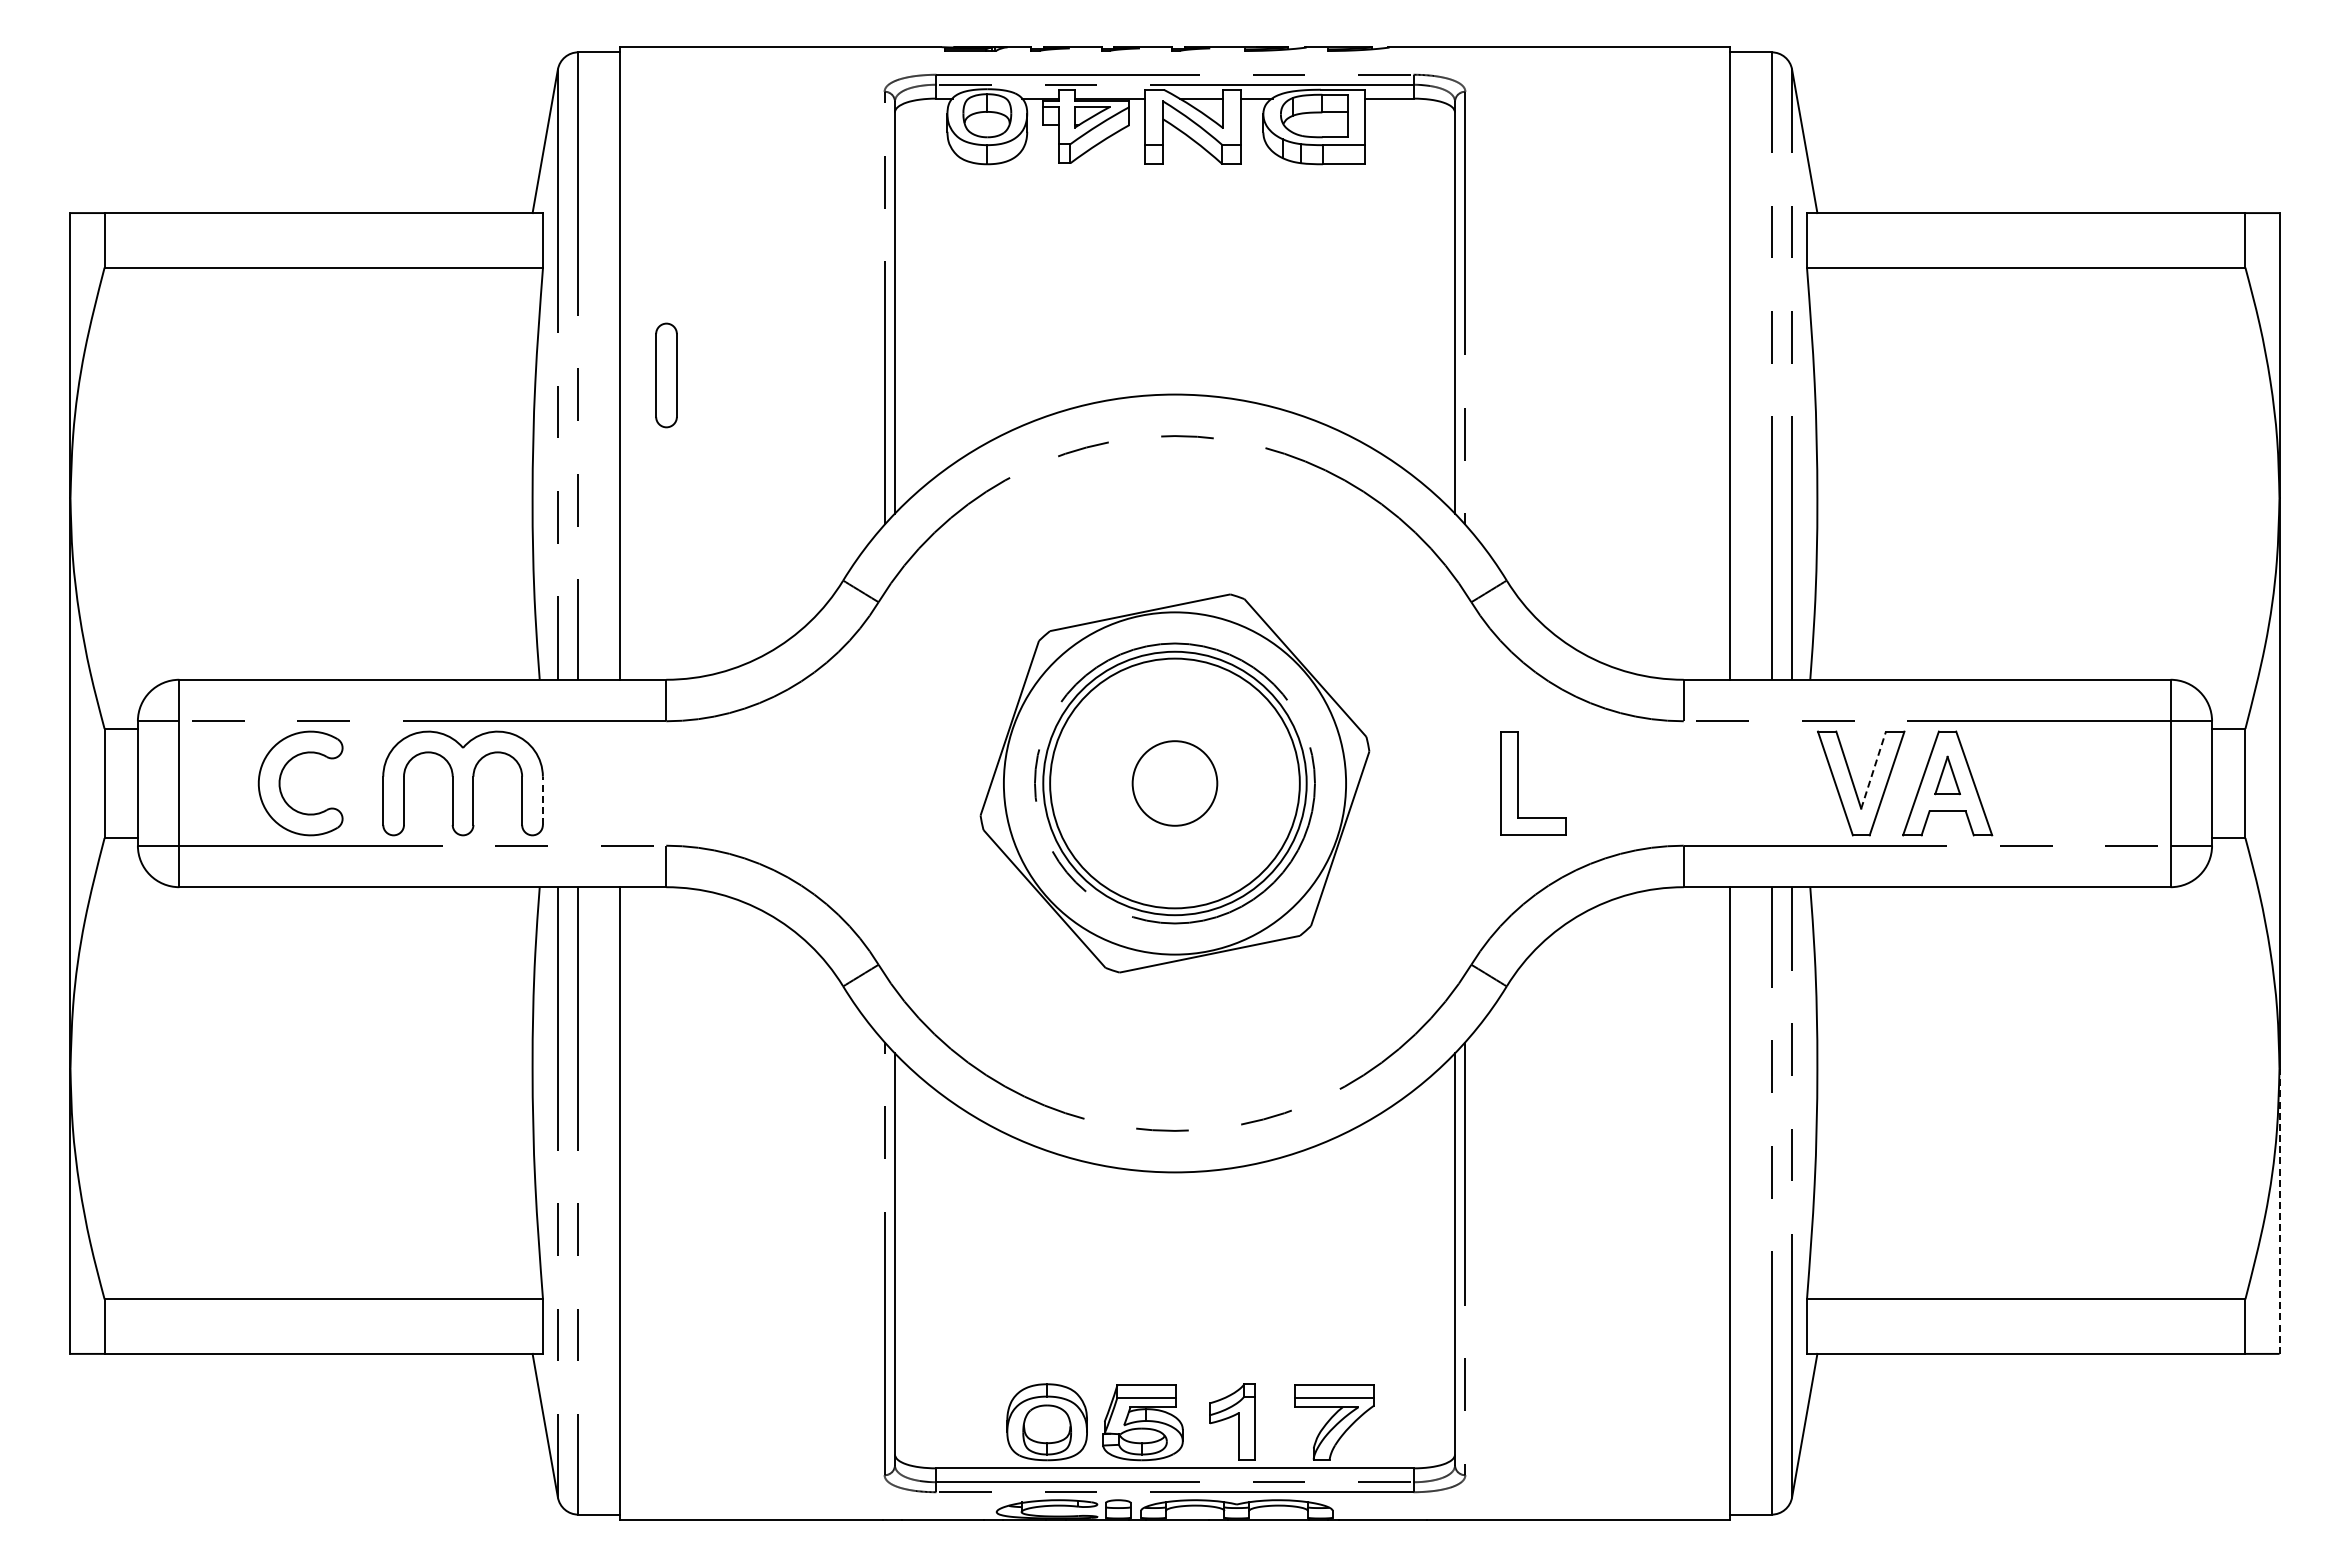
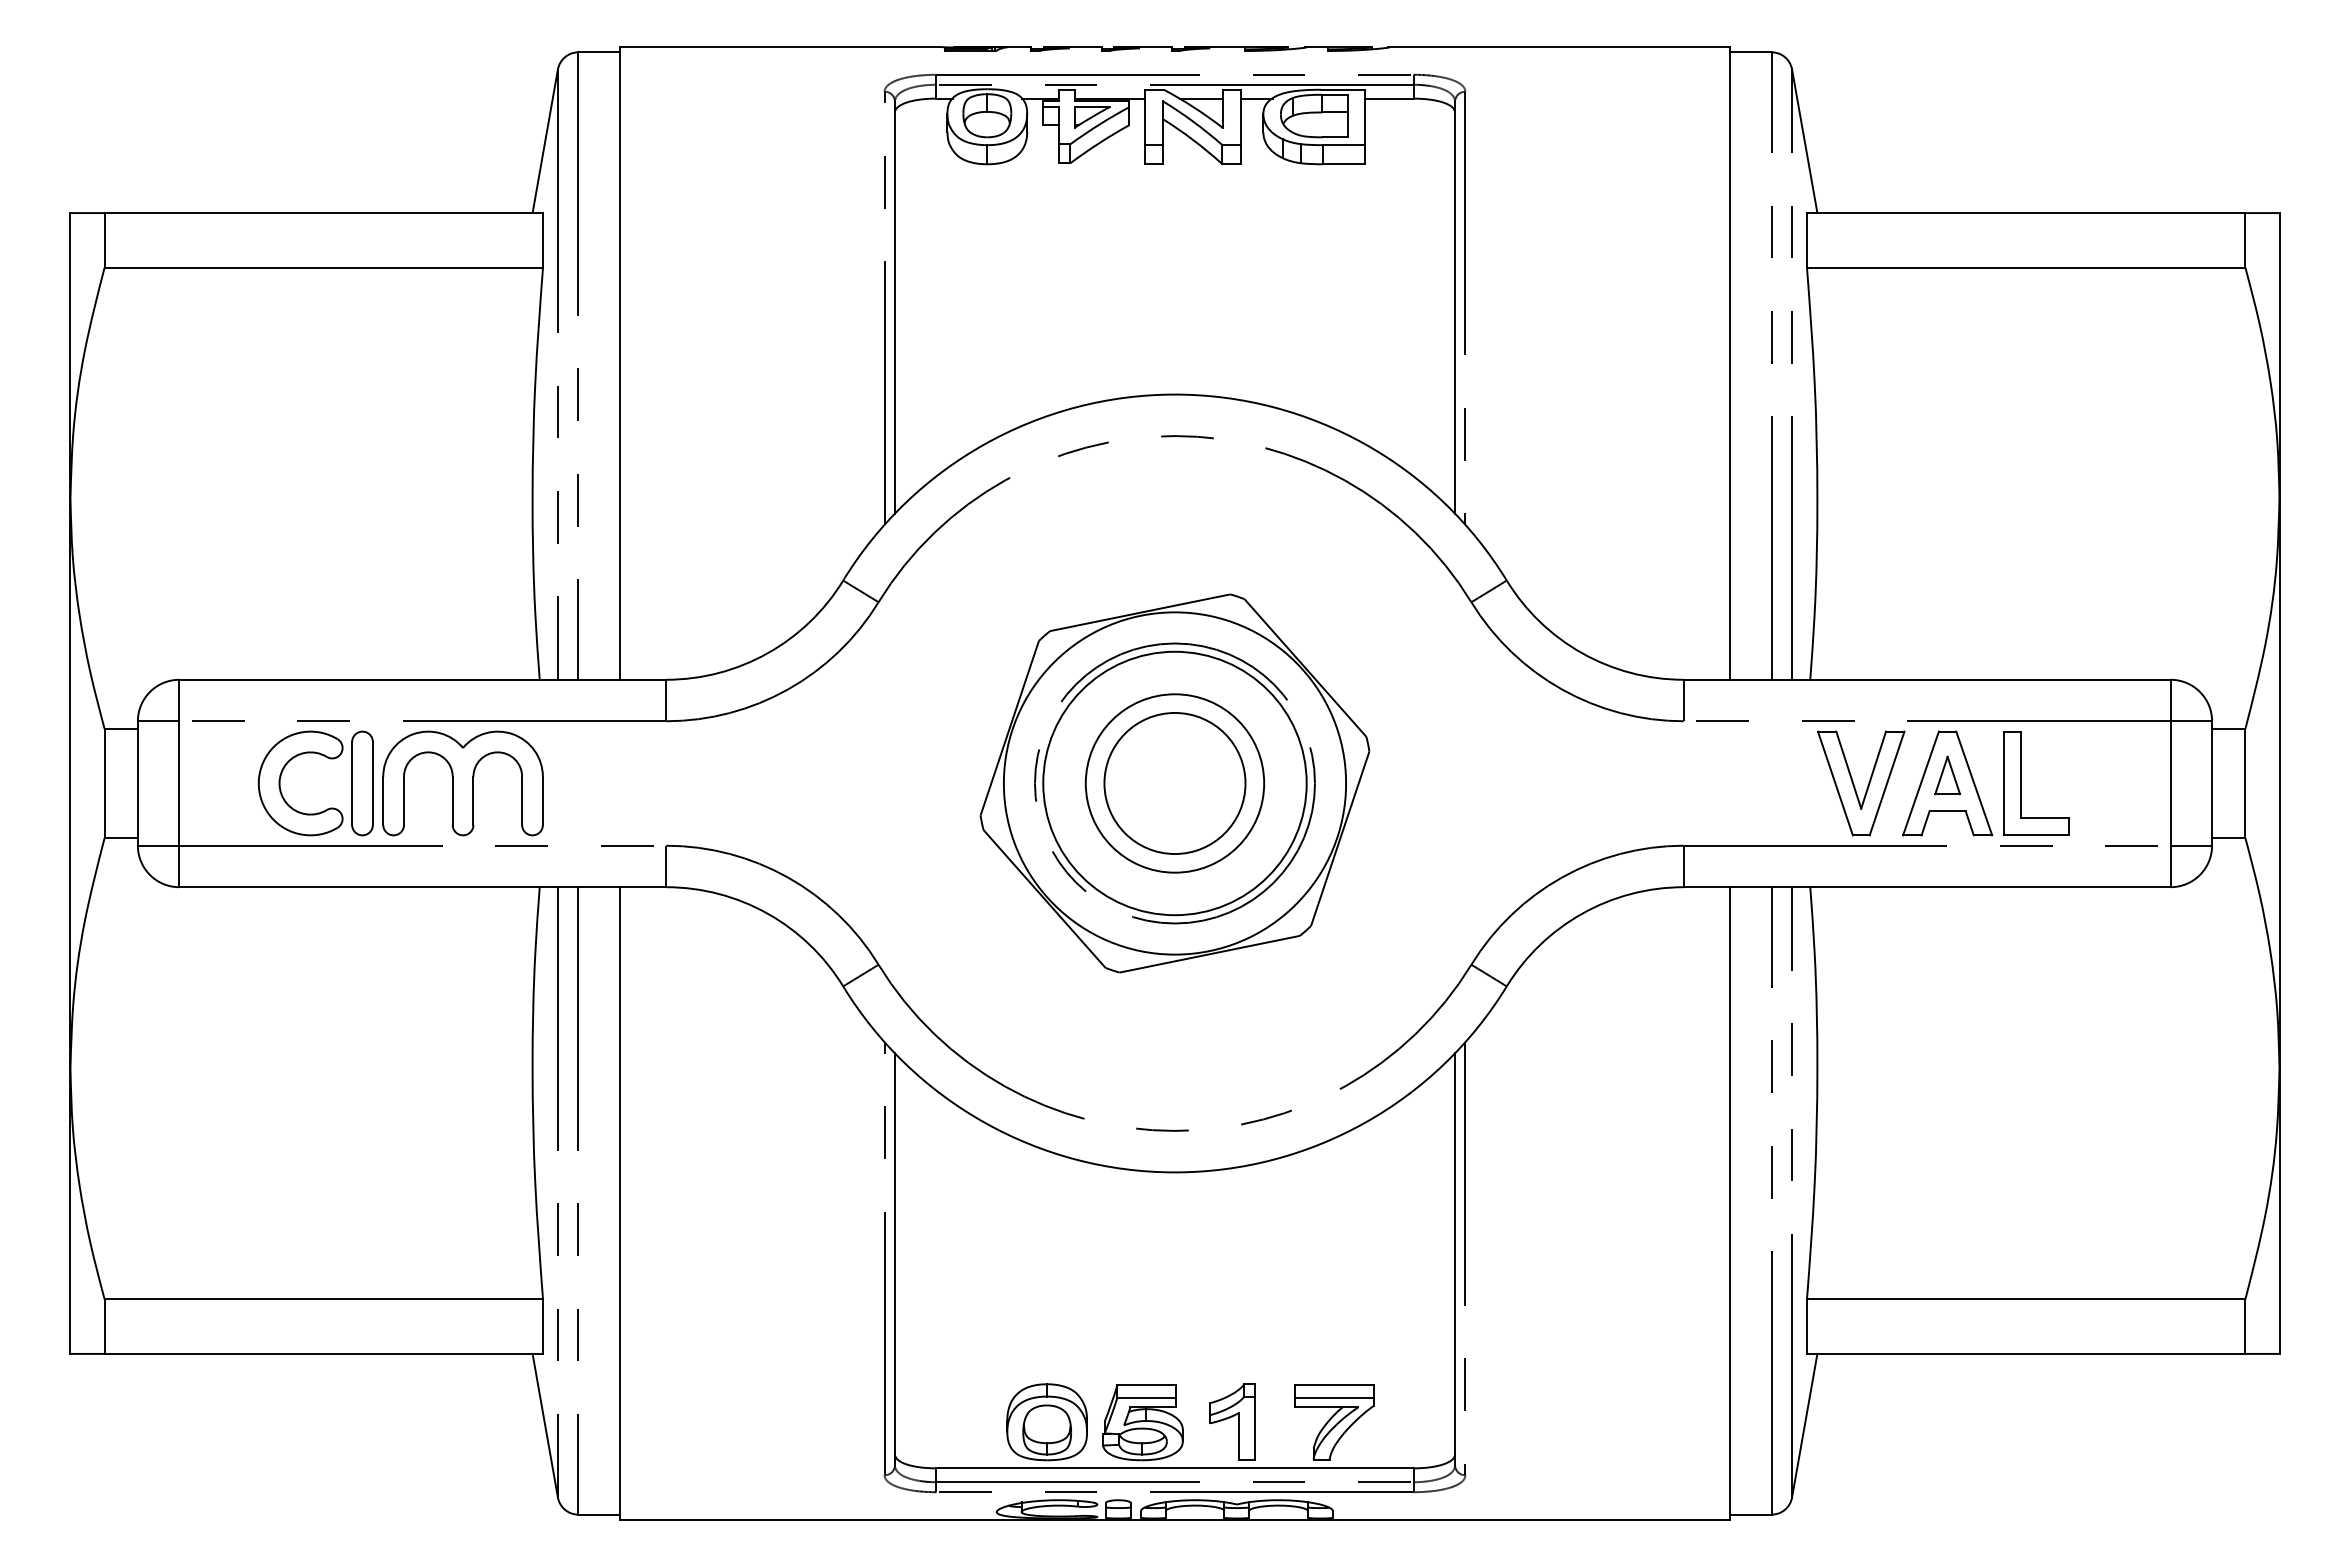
part at (666, 375) position: (666, 375) -> (362, 783)
line at (1873, 769): dashed -> solid
circle at (1174, 783) diameter: 250 px -> 178 px
circle at (1174, 783) diameter: 85 px -> 141 px
part at (1518, 783) position: (1518, 783) -> (2021, 783)
line at (542, 800): dashed -> solid
line at (2279, 1211): dashed -> solid
